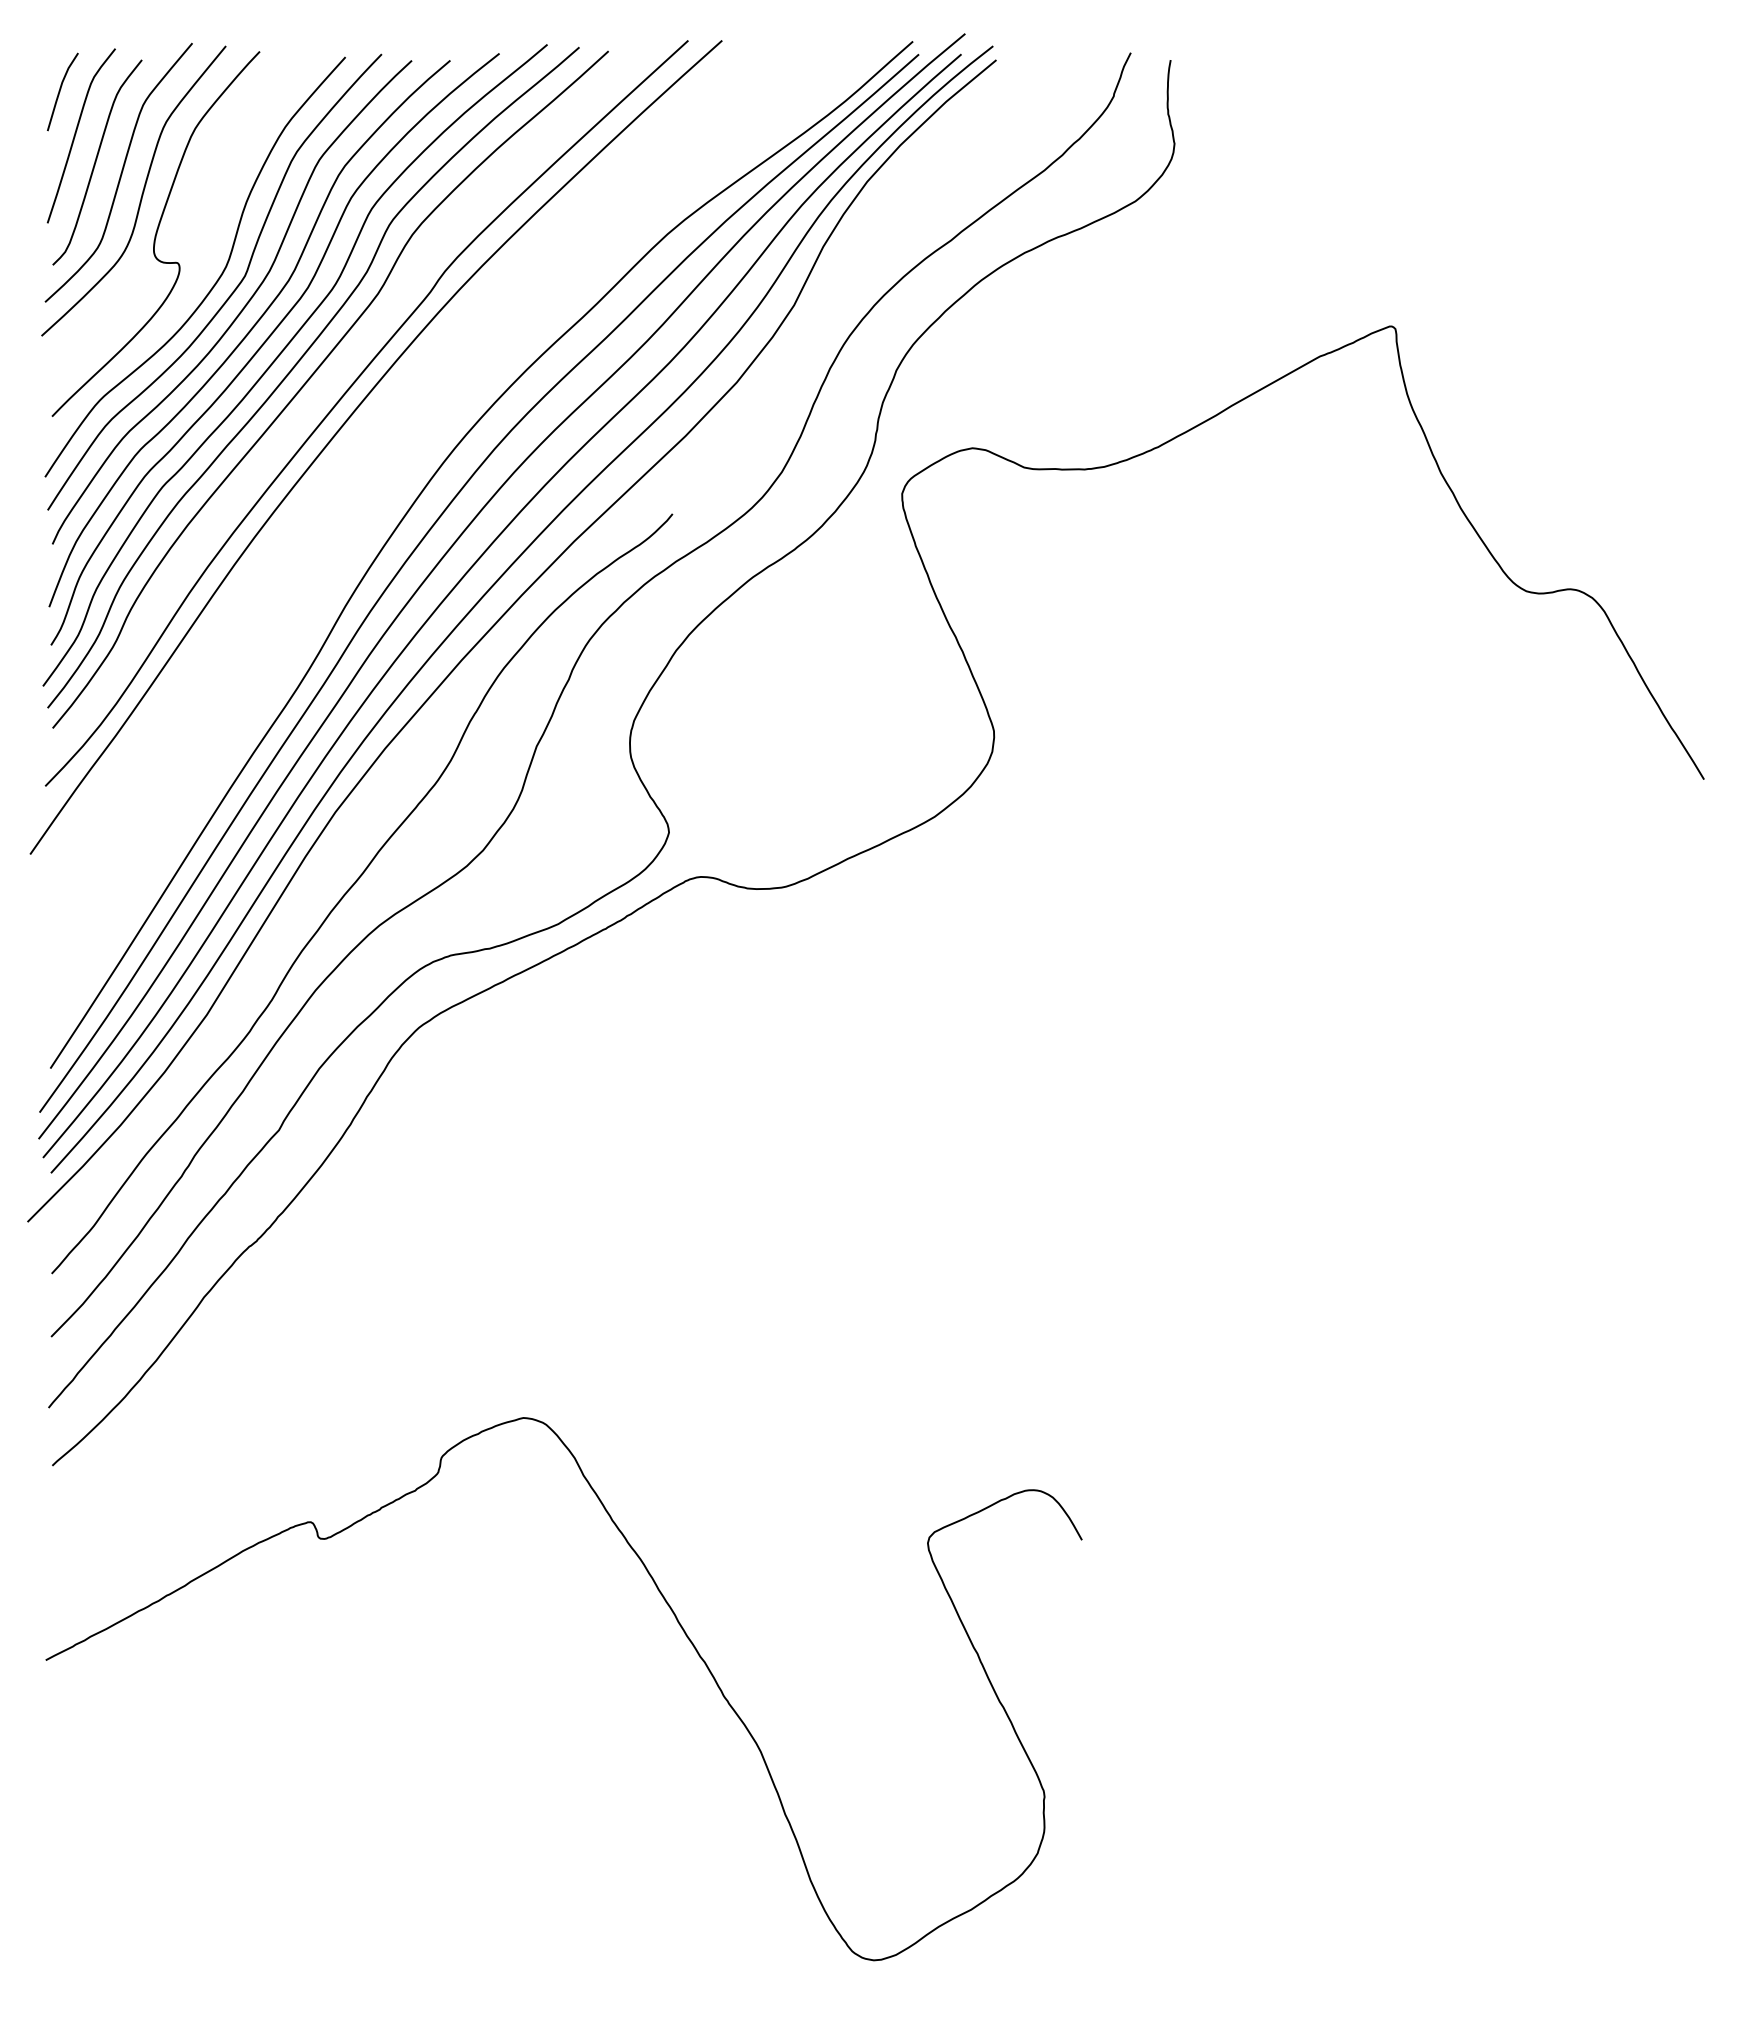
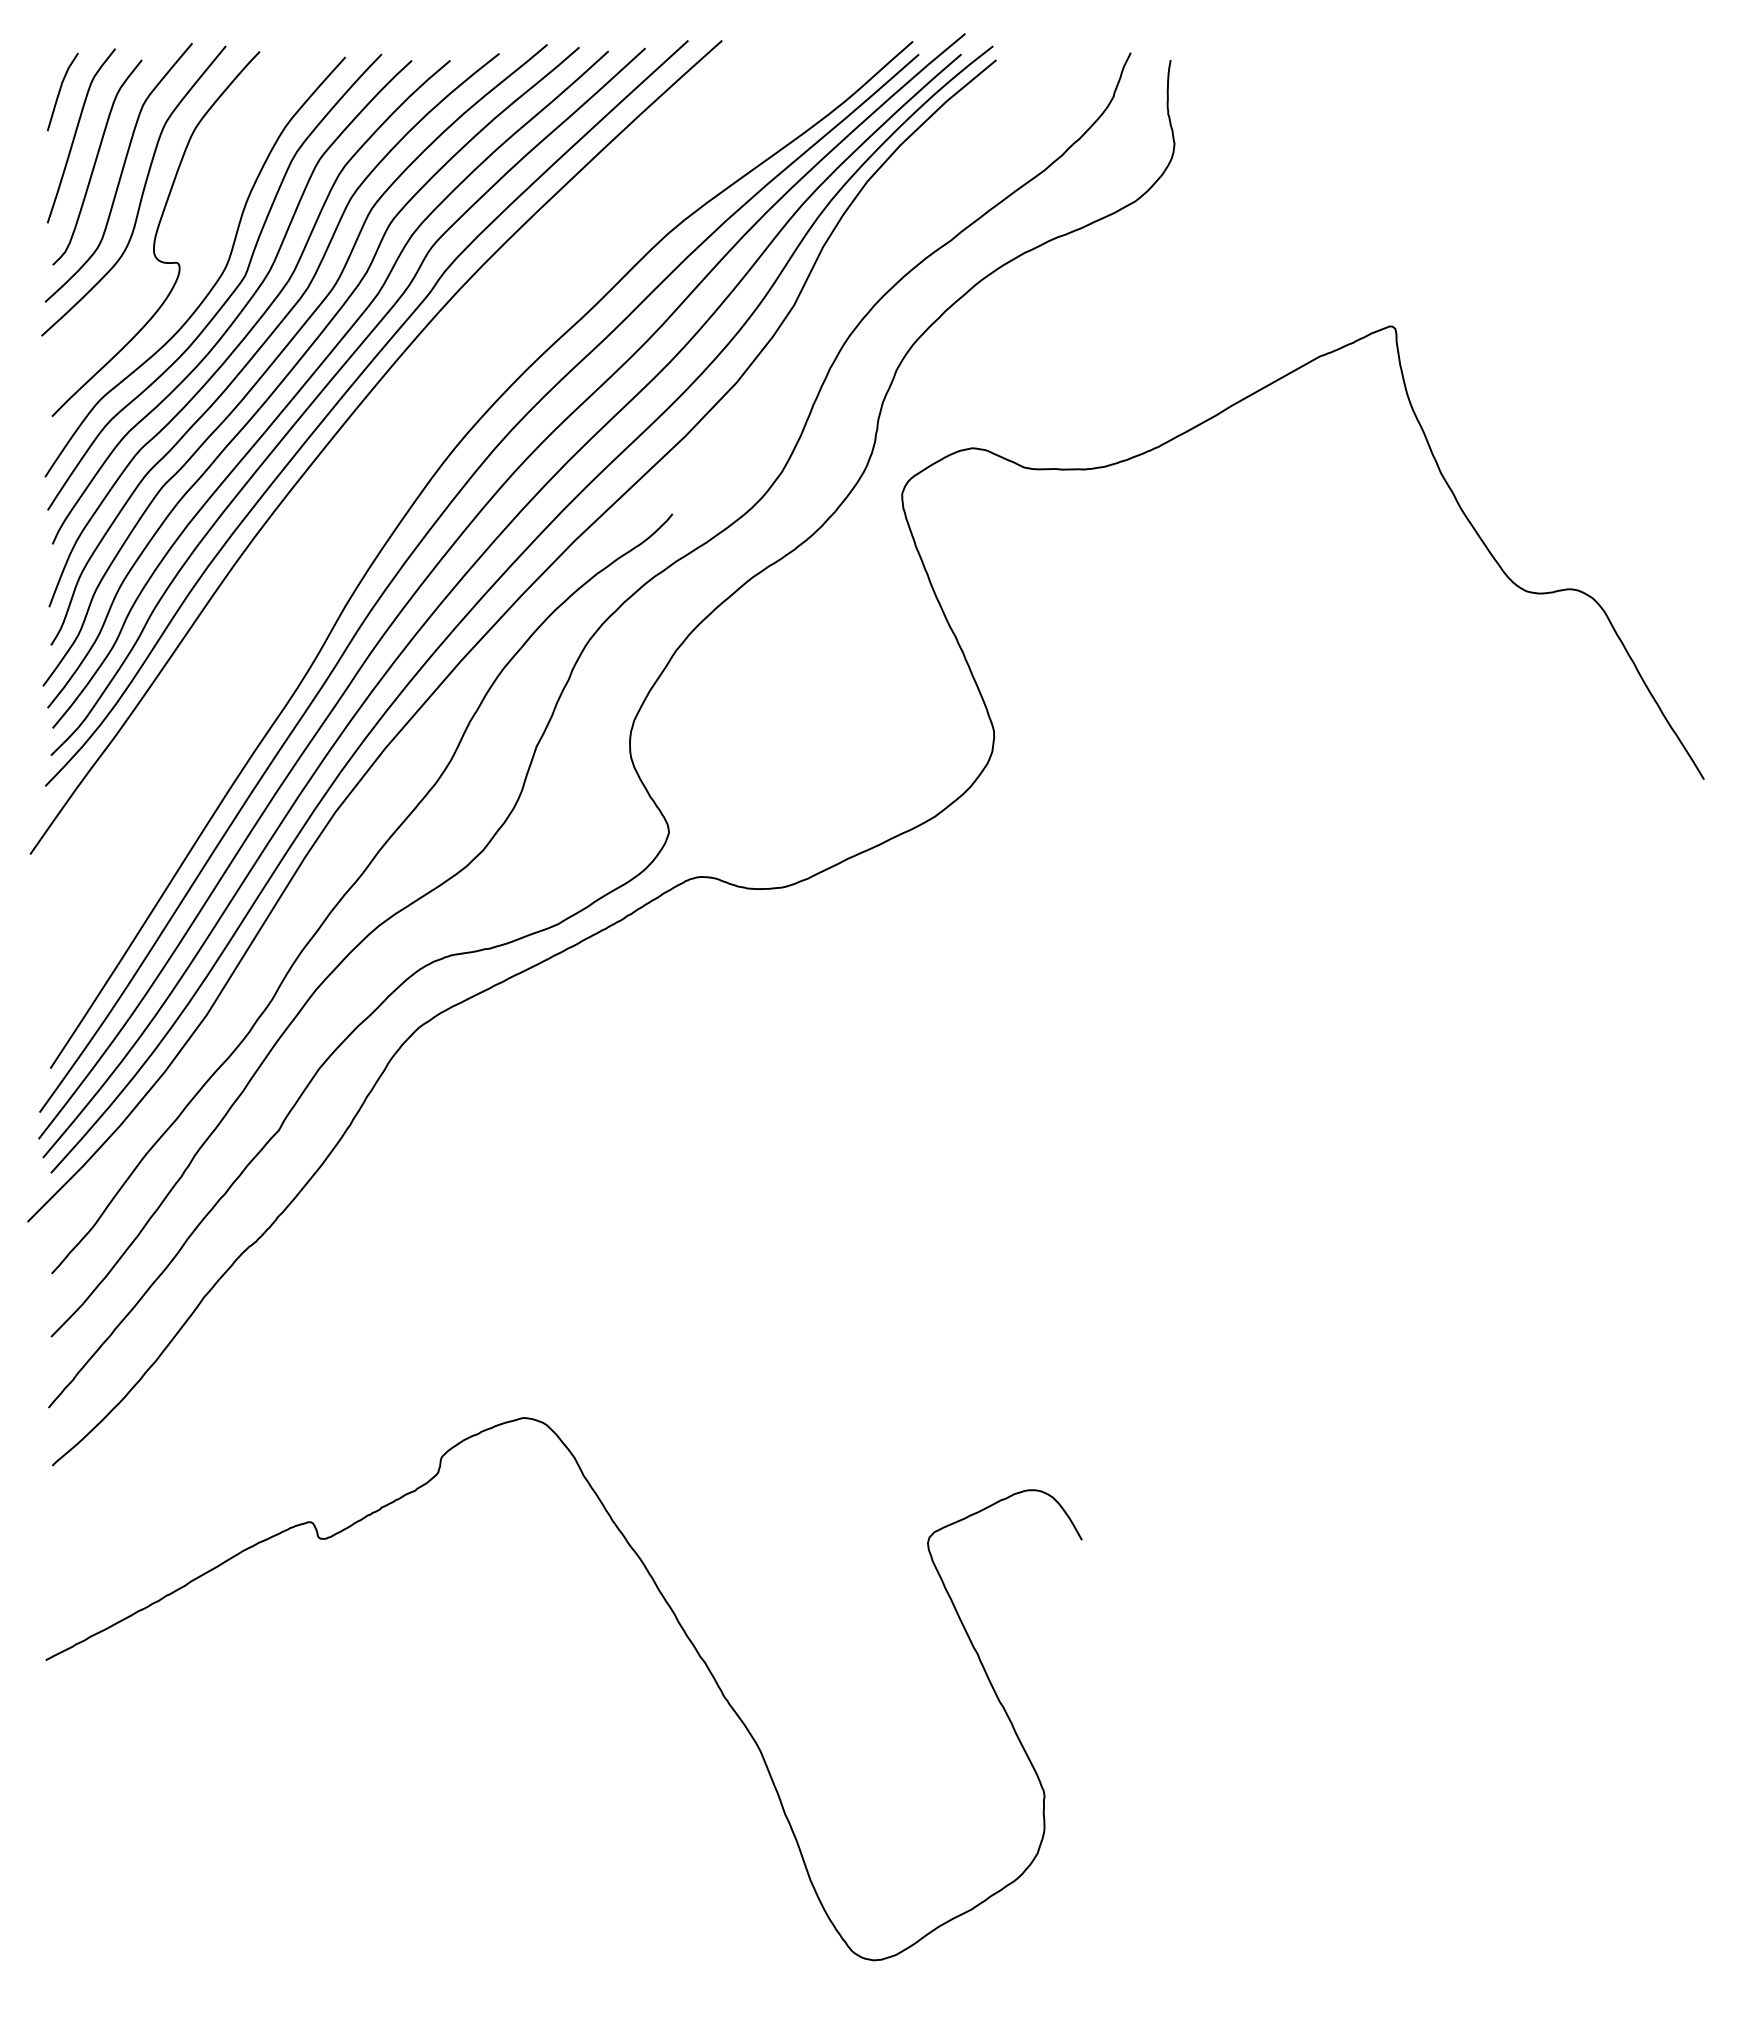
curve at (327, 386): none -> present
